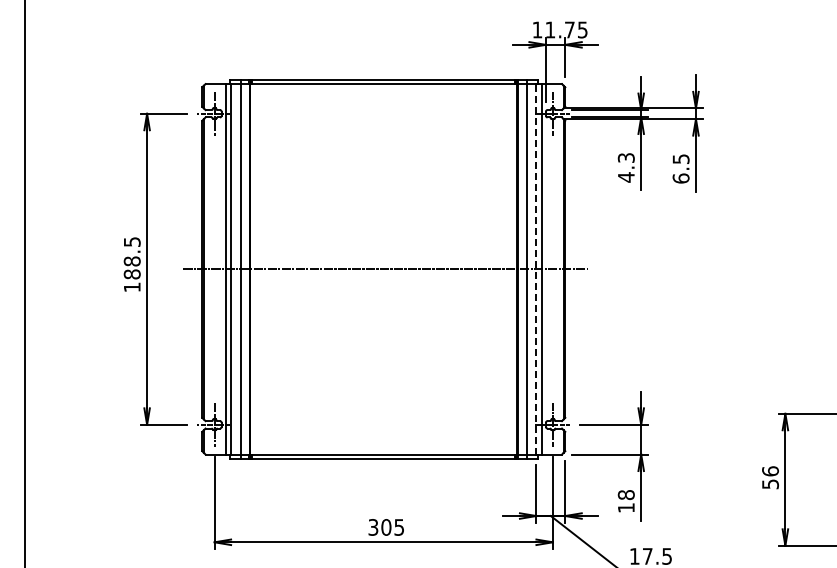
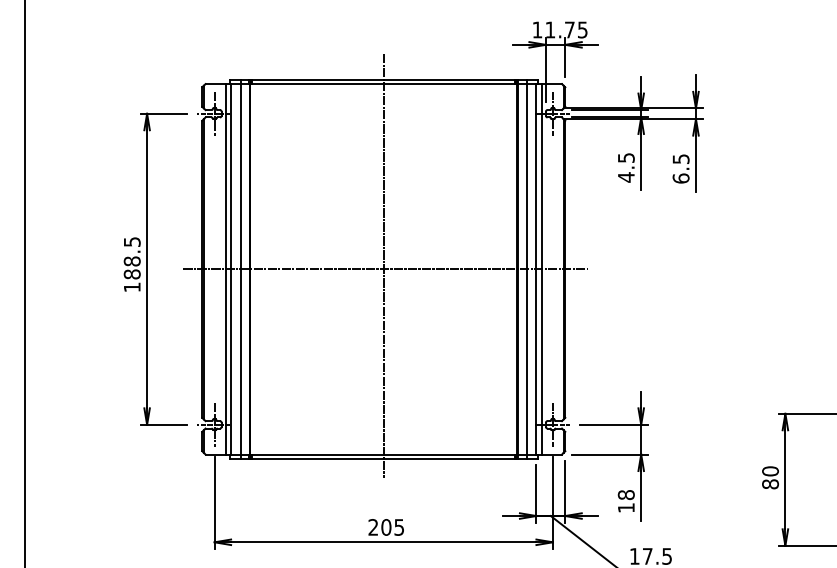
text at (625, 157): 4.3 -> 4.5
line at (383, 265): none -> present
line at (536, 269): dashed -> solid
text at (770, 477): 56 -> 80
text at (373, 527): 305 -> 205
